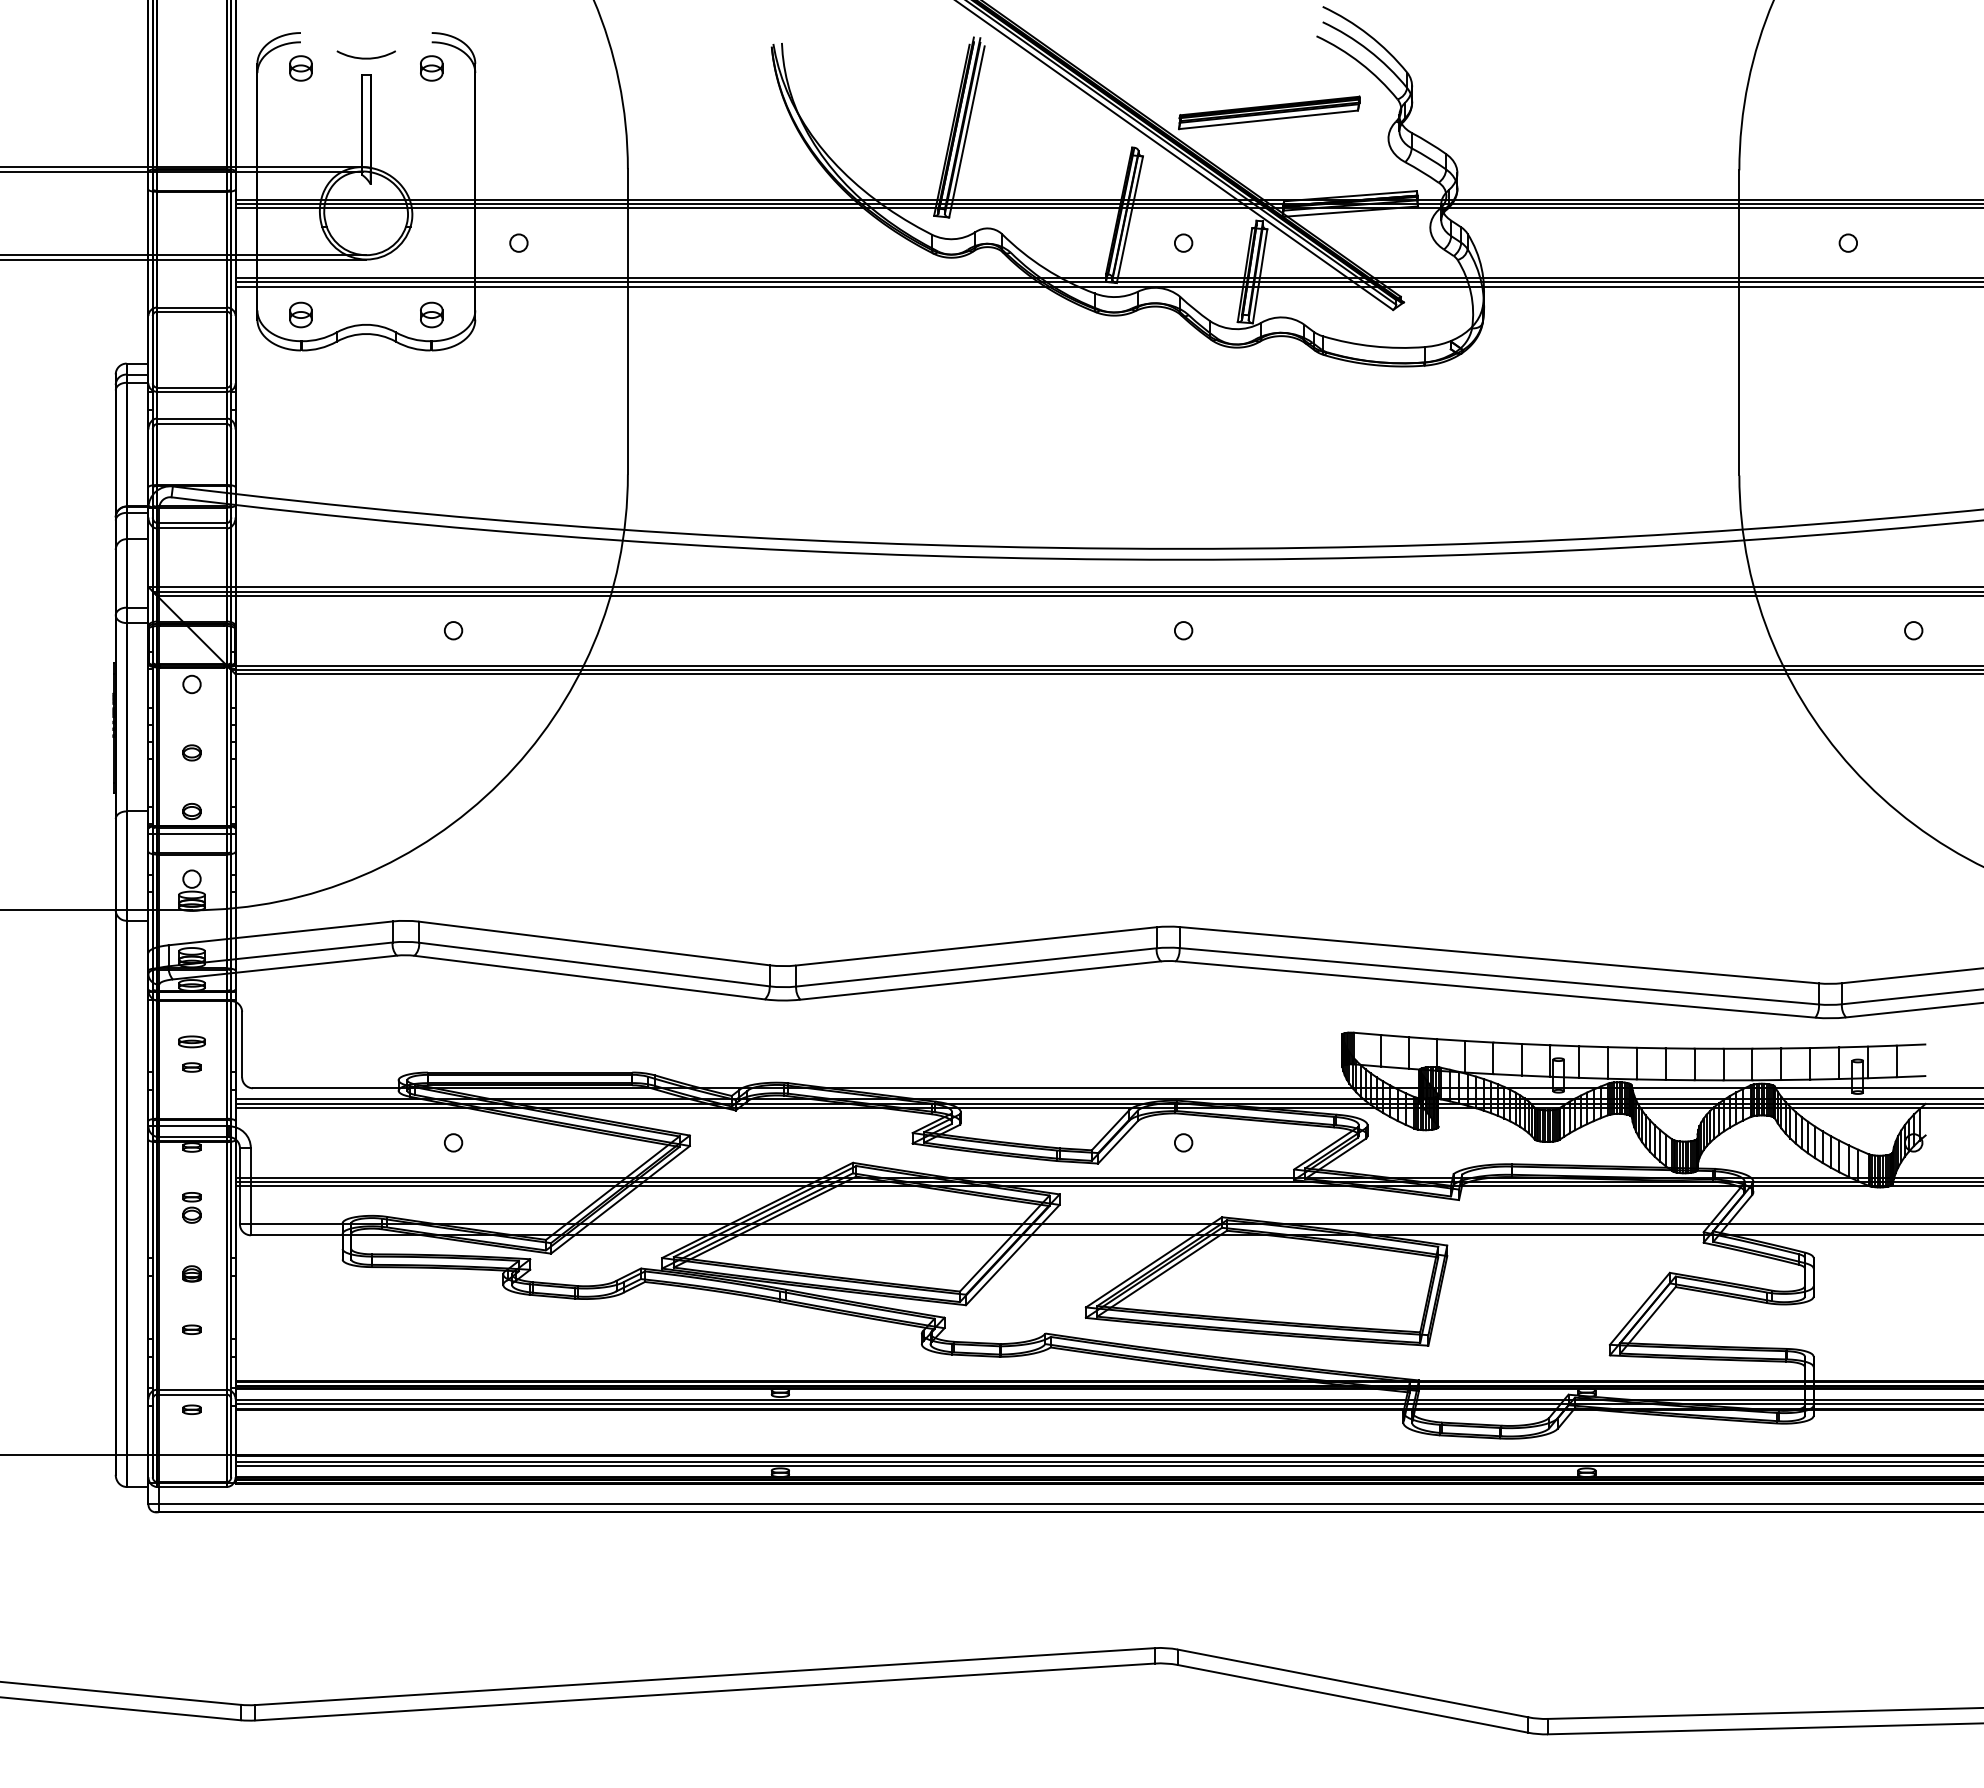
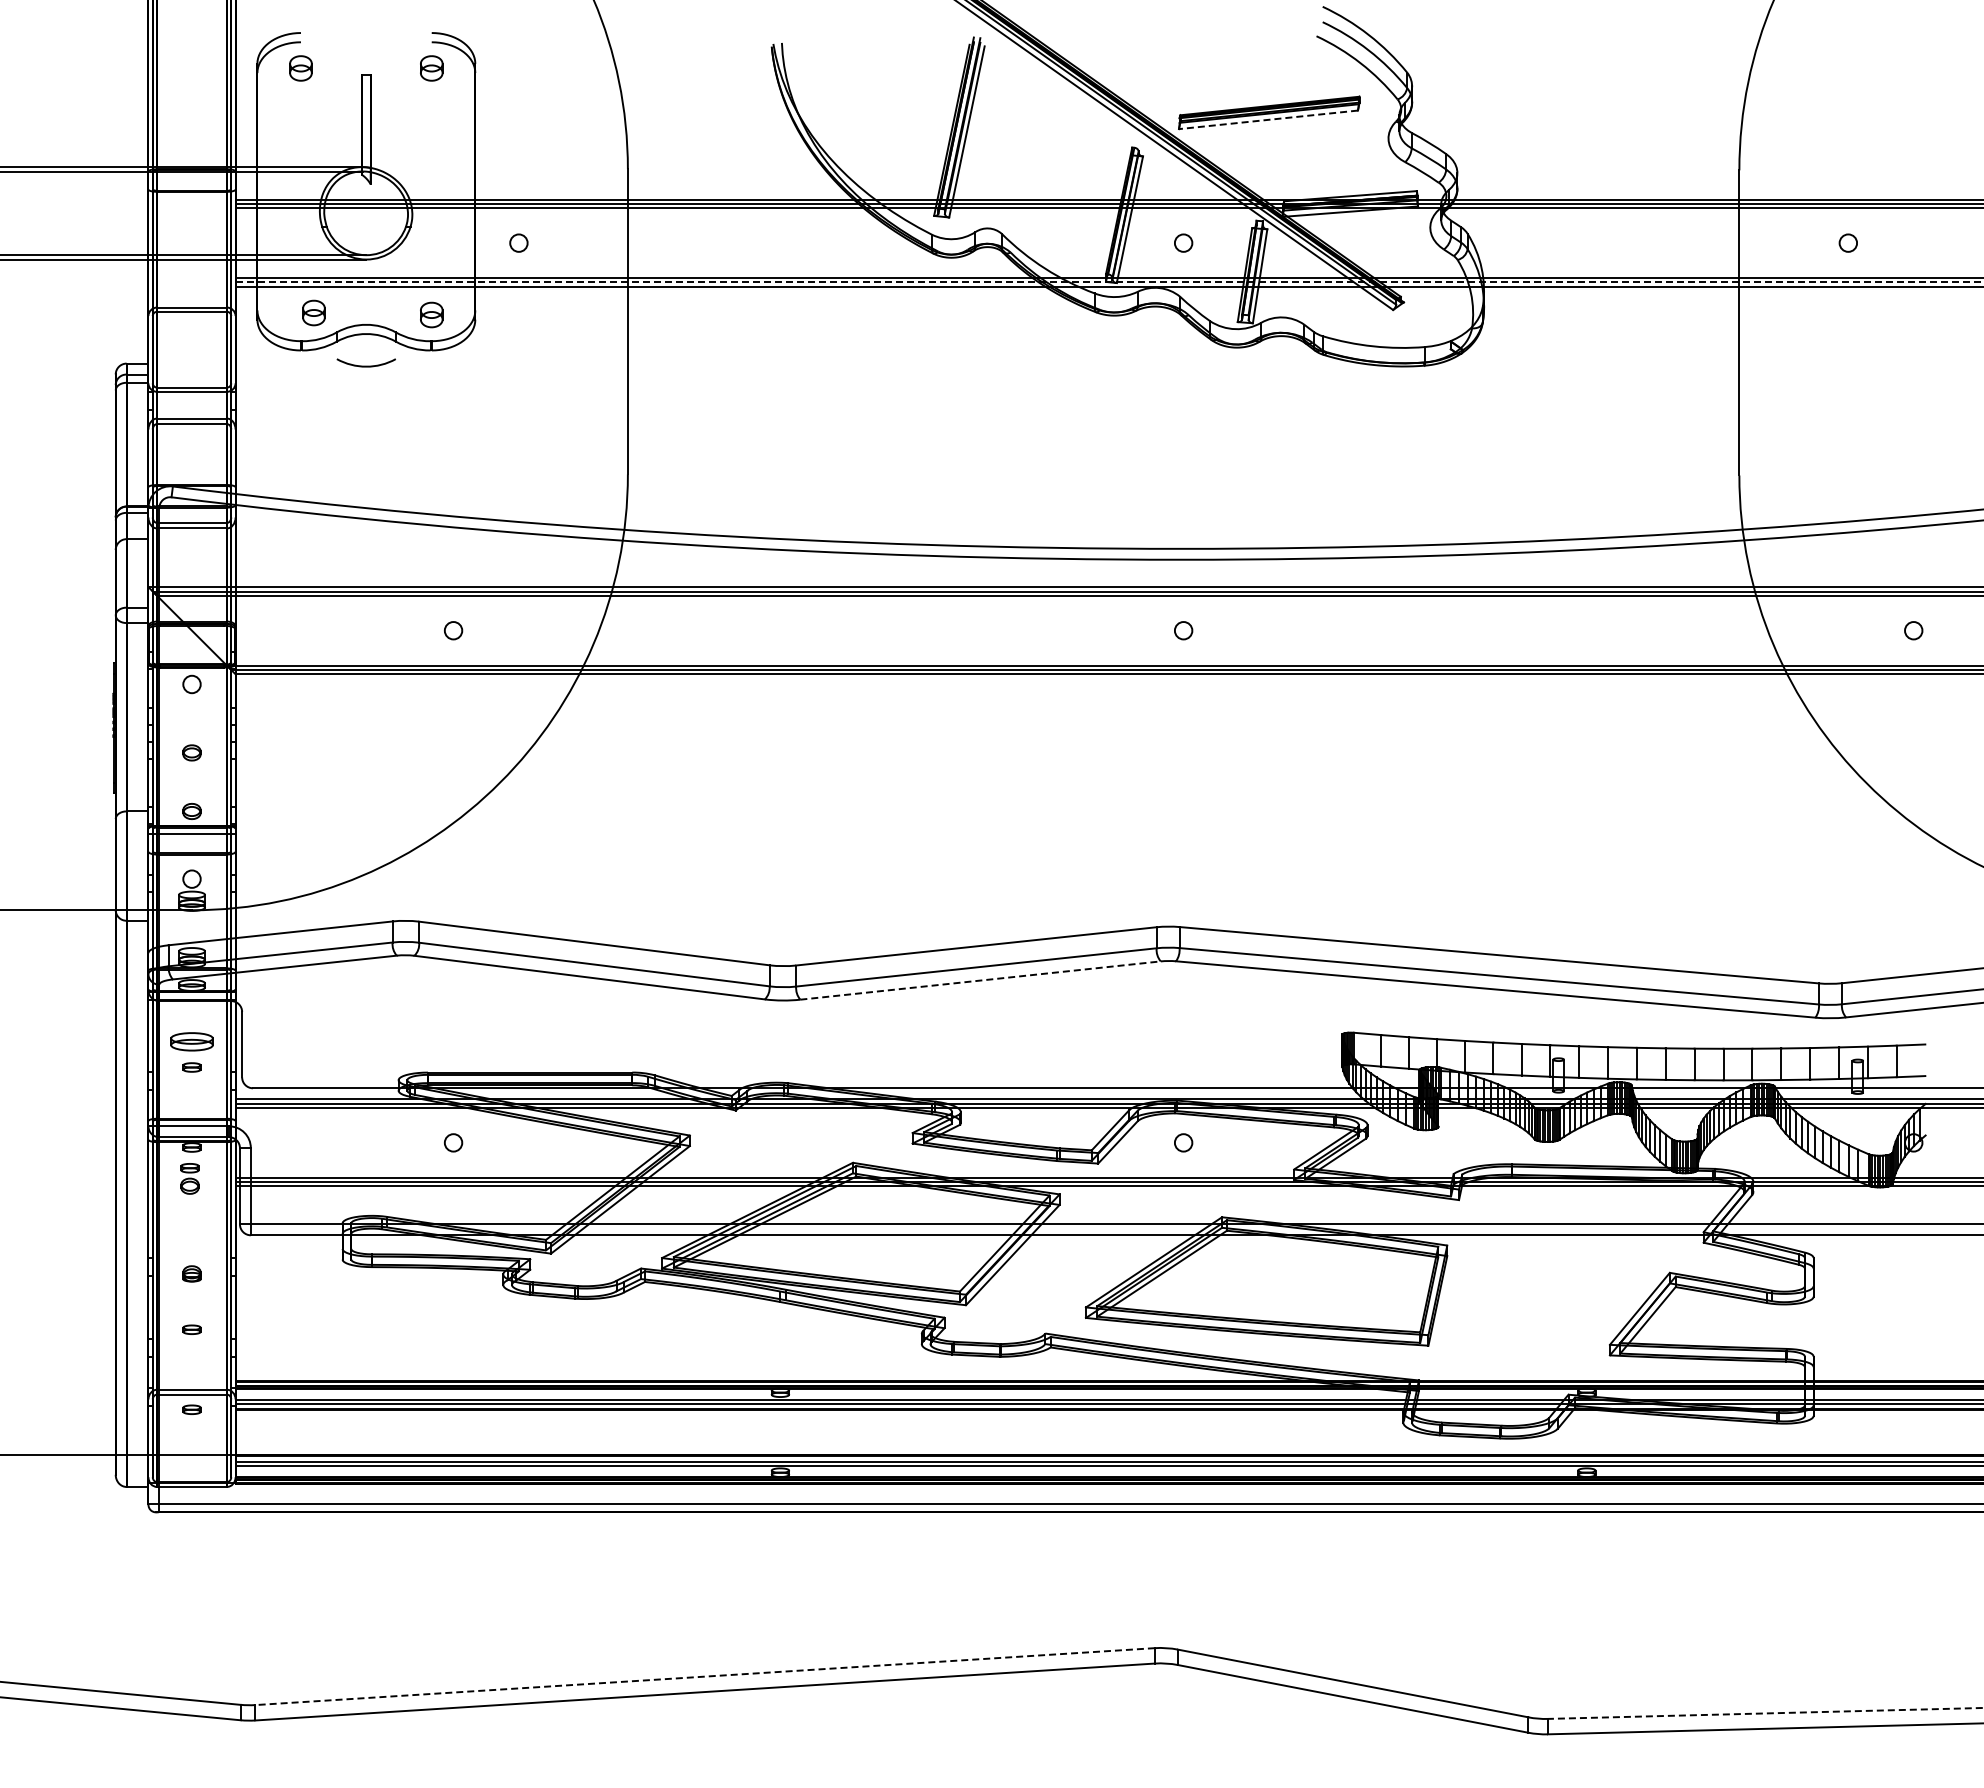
arc at (365, 57) position: (365, 57) -> (365, 365)
line at (1268, 119): solid -> dashed
line at (1110, 282): solid -> dashed
part at (300, 314) position: (300, 314) -> (313, 312)
line at (981, 980): solid -> dashed
part at (191, 1041) size: 28x14 px -> 44x20 px
part at (191, 1207) position: (191, 1207) -> (189, 1178)
line at (705, 1676): solid -> dashed
line at (1765, 1713): solid -> dashed
